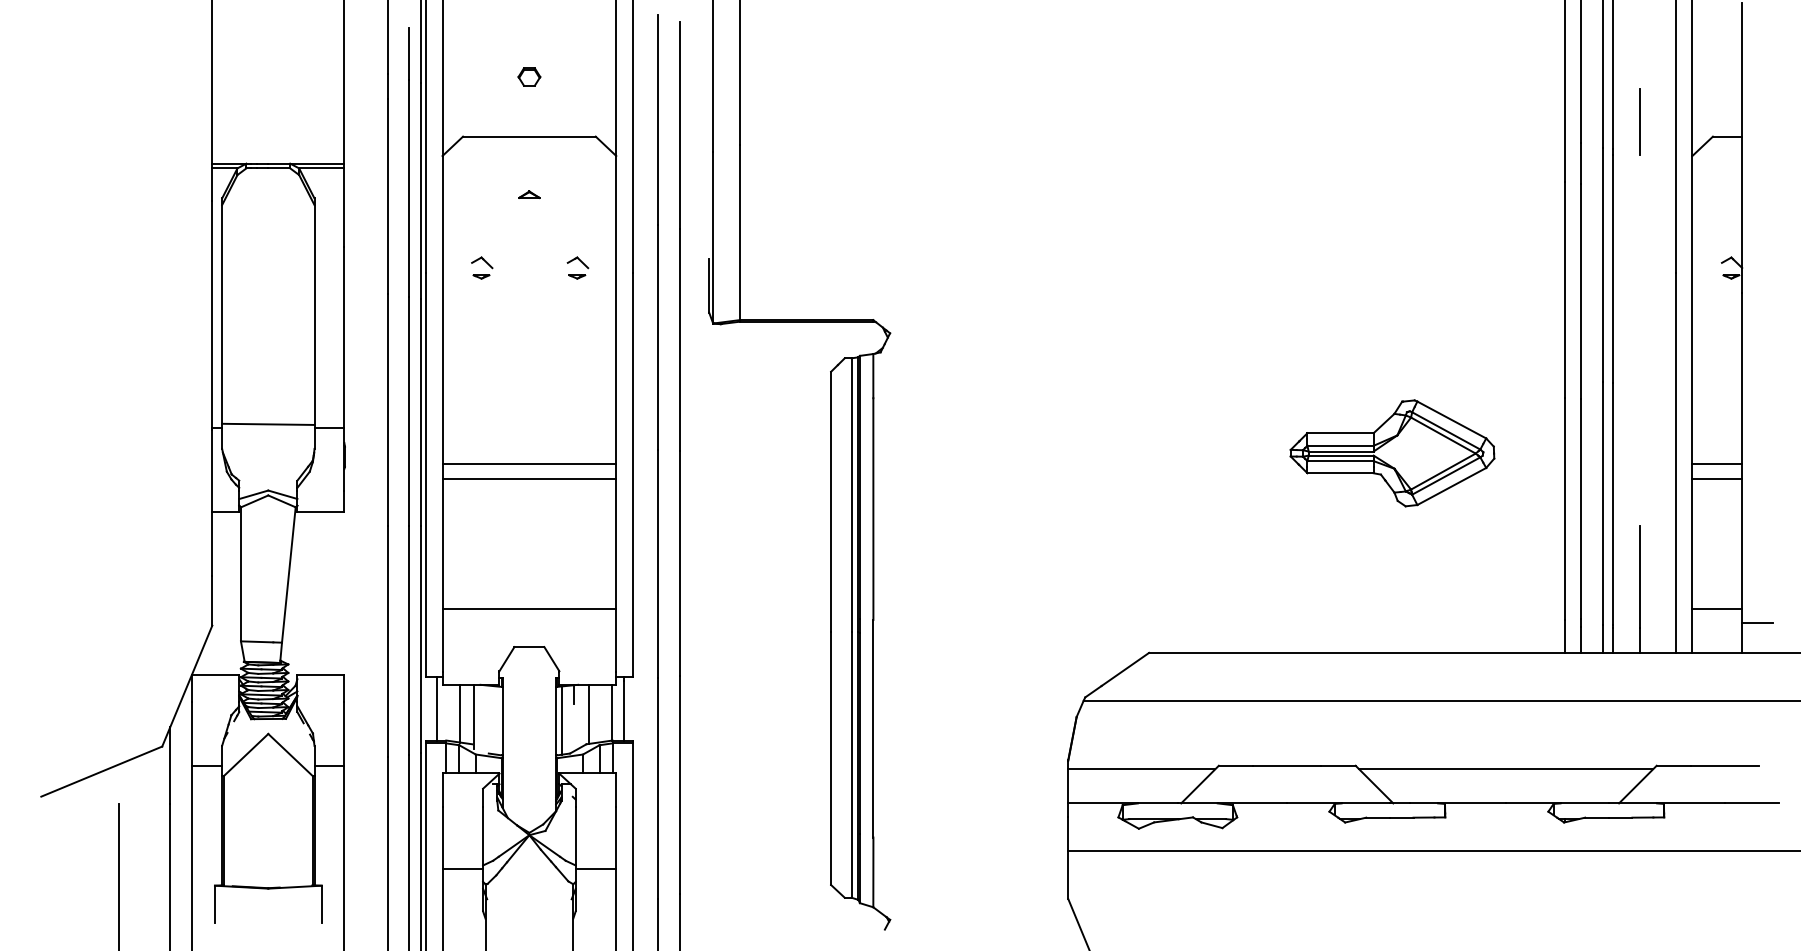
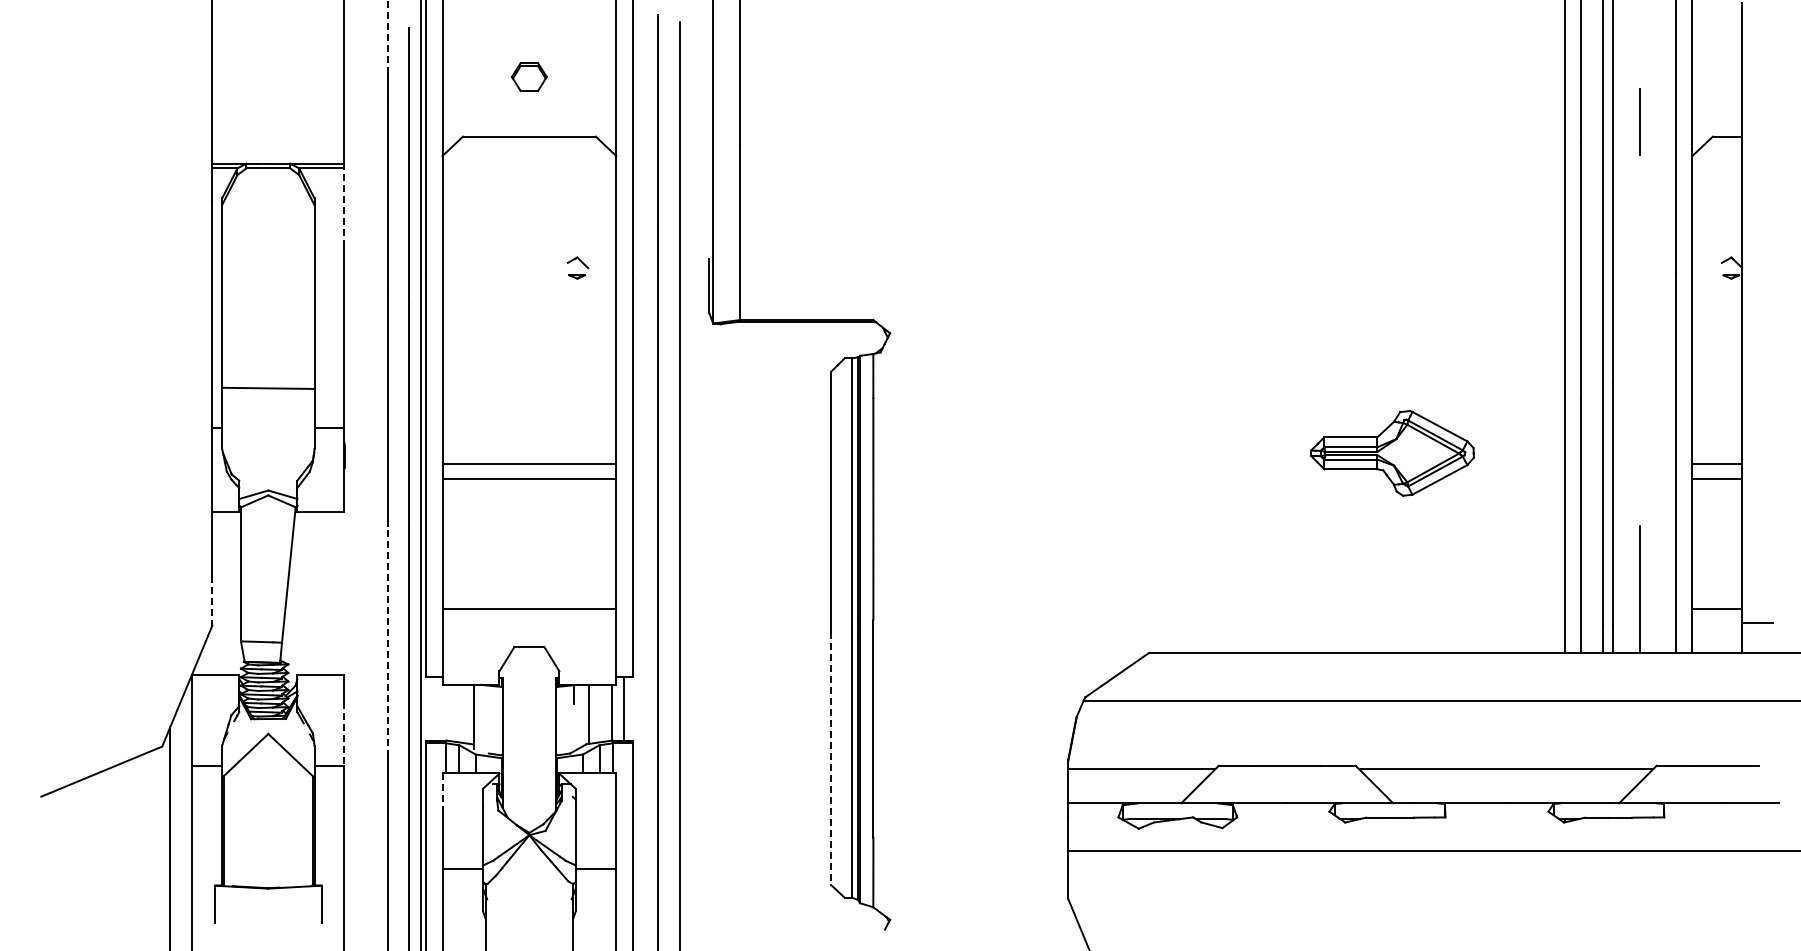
line at (388, 37): solid -> dashed
part at (529, 76) size: 25x20 px -> 37x30 px
part at (529, 194): present -> none
line at (344, 207): solid -> dashed
part at (482, 267): present -> none
line at (268, 423) position: (268, 423) -> (268, 387)
part at (1392, 453) size: 207x109 px -> 165x87 px
line at (212, 600): solid -> dashed
line at (388, 641): solid -> dashed
line at (437, 708): present -> none
line at (460, 713): present -> none
line at (562, 720): present -> none
line at (344, 734): solid -> dashed
line at (831, 758): solid -> dashed
line at (442, 790): solid -> dashed
line at (118, 875): present -> none
